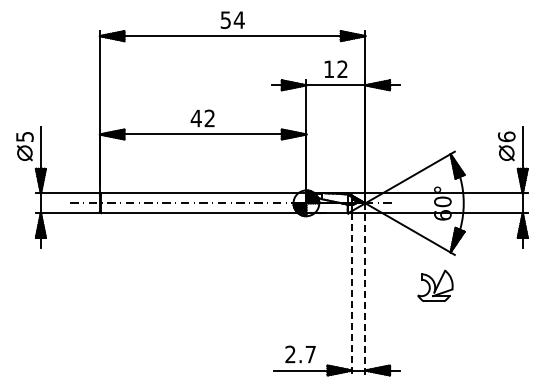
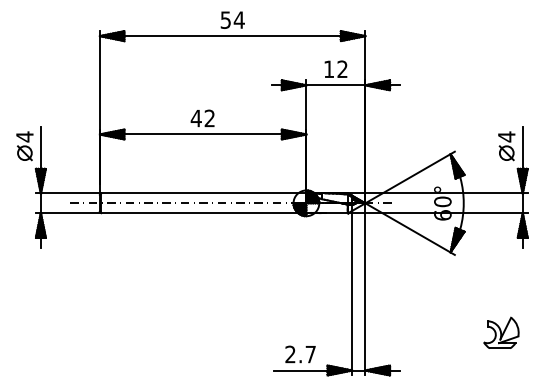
text at (24, 136): 5 -> 4
text at (506, 136): 6 -> 4
part at (435, 285) position: (435, 285) -> (501, 332)
line at (365, 288): dashed -> solid
line at (352, 294): dashed -> solid
